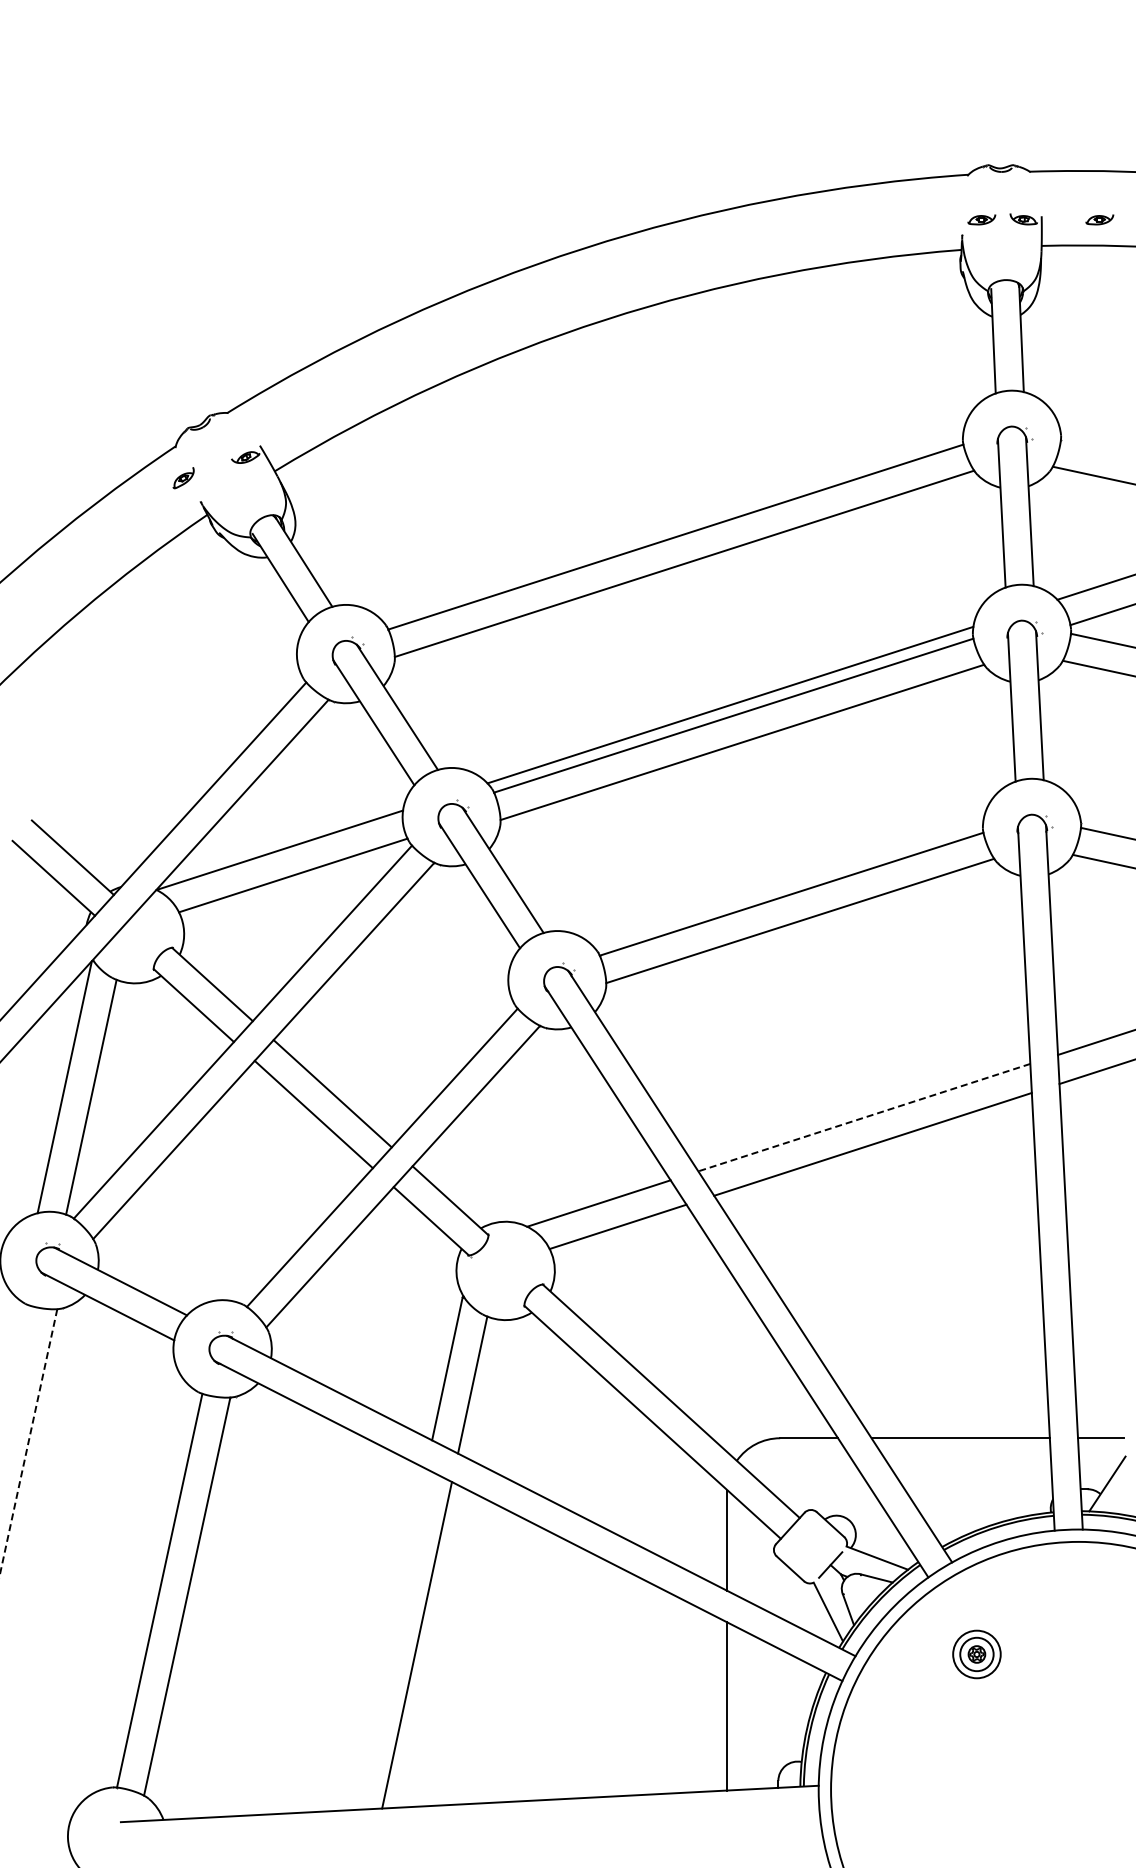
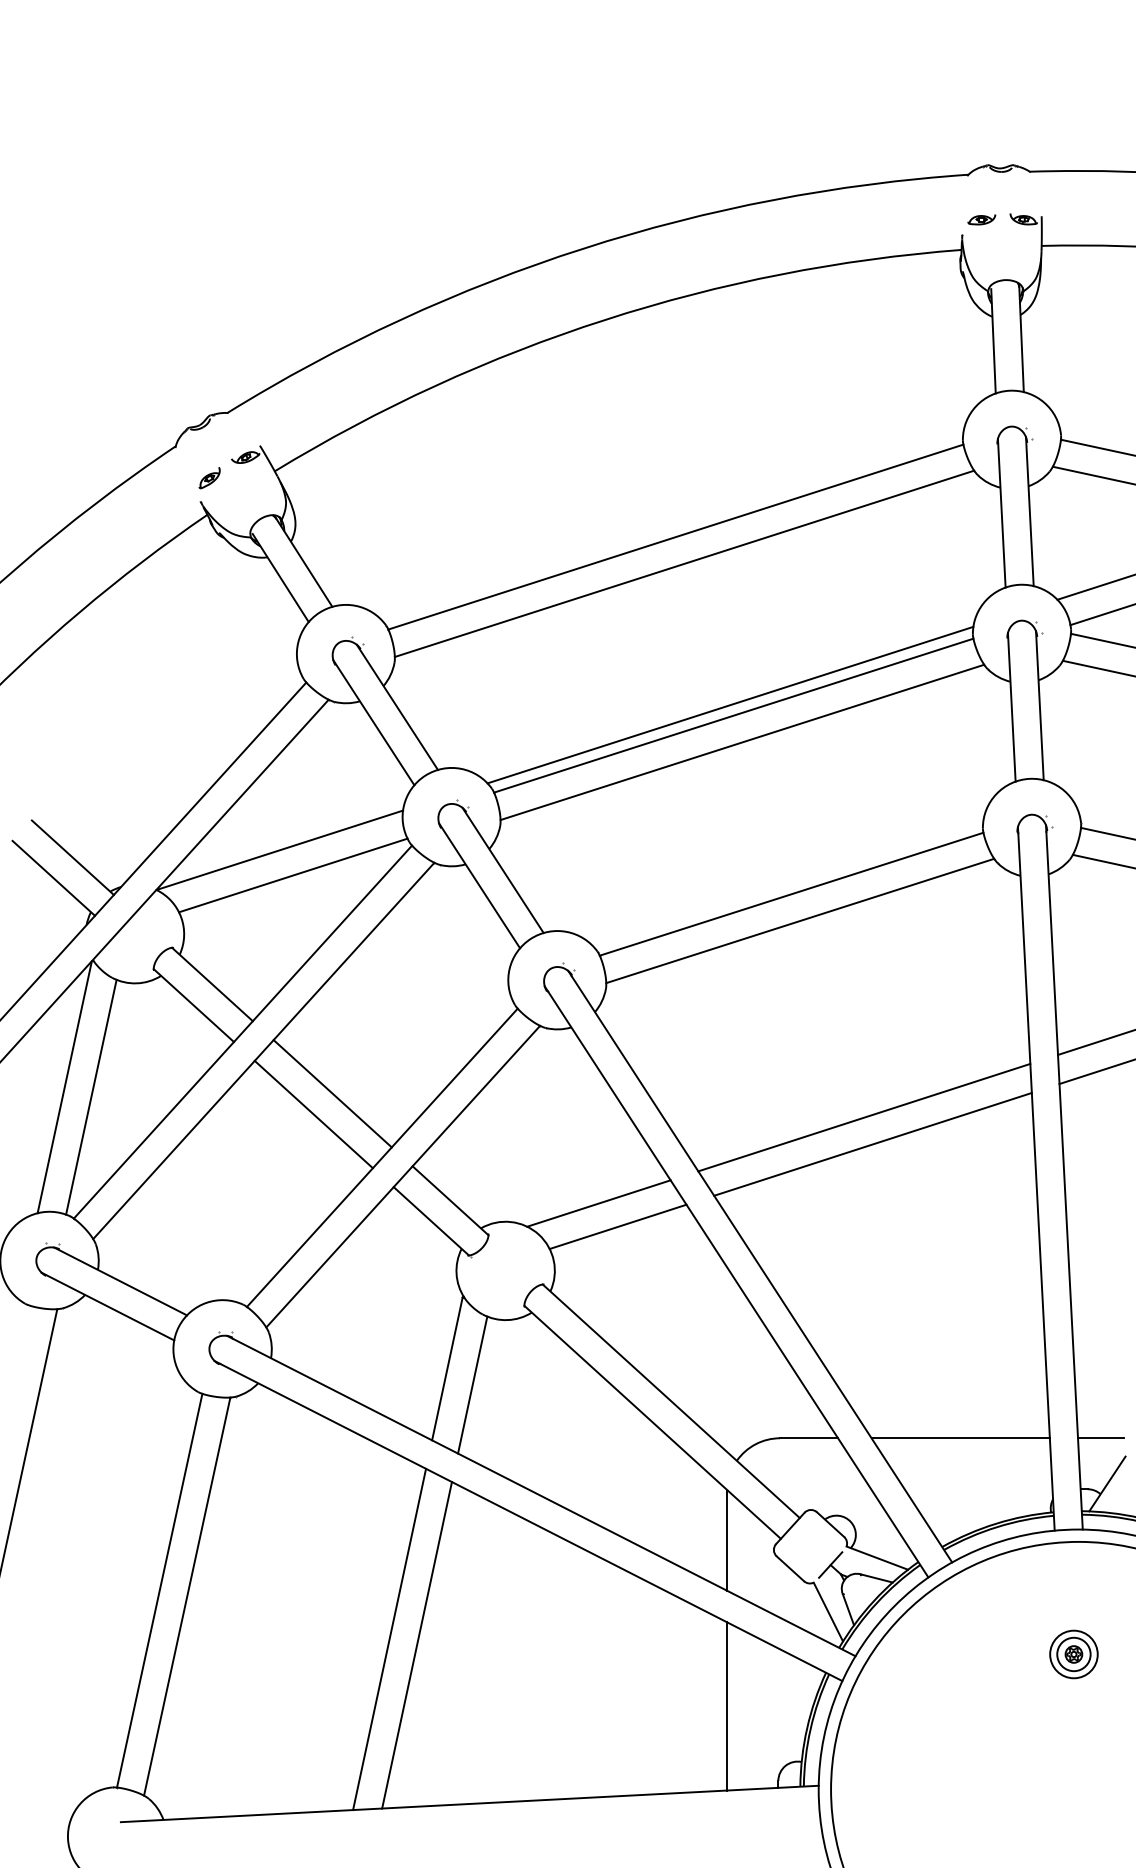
part at (1099, 219): present -> none
line at (1096, 447): none -> present
part at (183, 478) position: (183, 478) -> (209, 478)
line at (863, 1117): dashed -> solid
line at (28, 1442): dashed -> solid
line at (389, 1639): none -> present
part at (976, 1654) position: (976, 1654) -> (1073, 1654)
